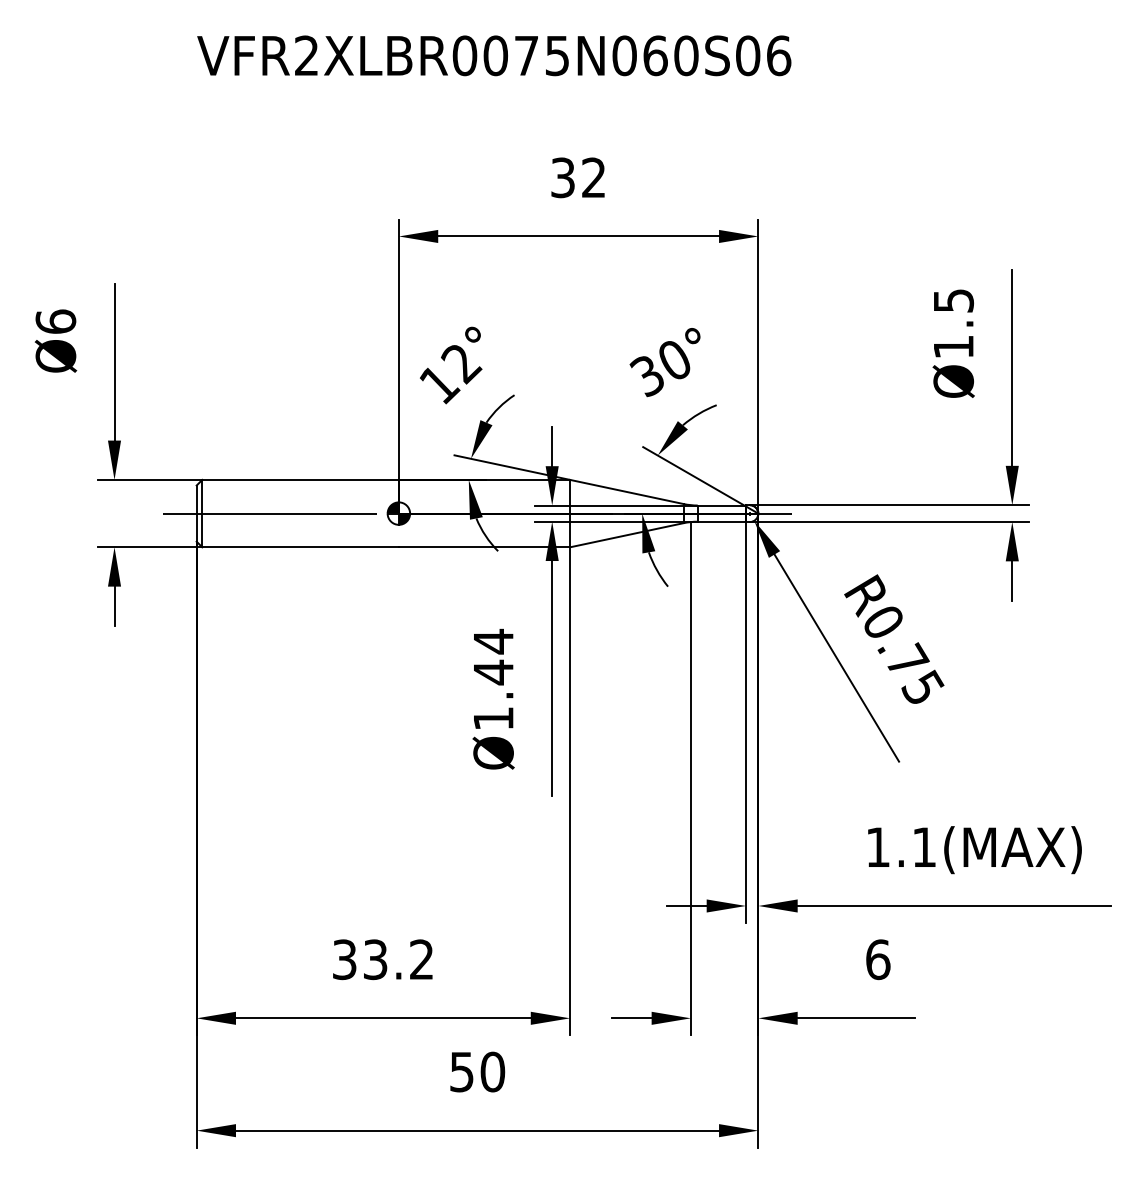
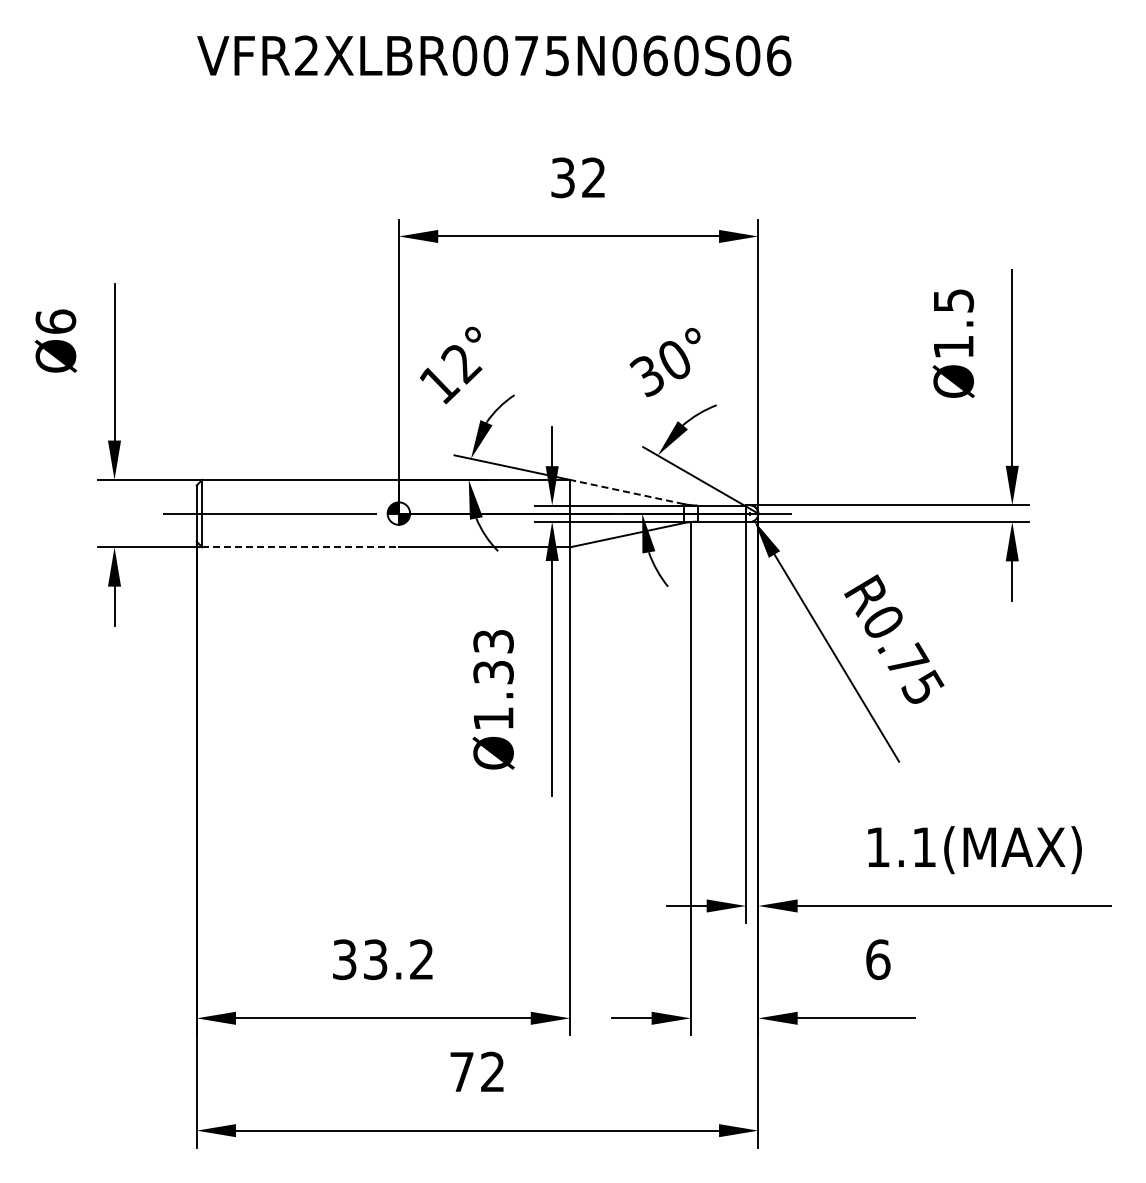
line at (626, 491): solid -> dashed
line at (301, 547): solid -> dashed
text at (493, 656): Ø1.44 -> Ø1.33
text at (477, 1071): 50 -> 72
